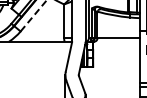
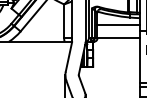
line at (33, 15): dashed -> solid
line at (118, 24): none -> present
